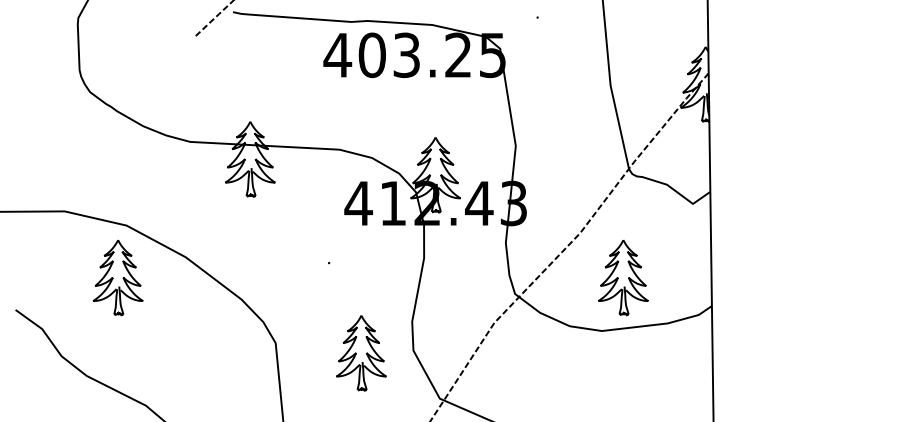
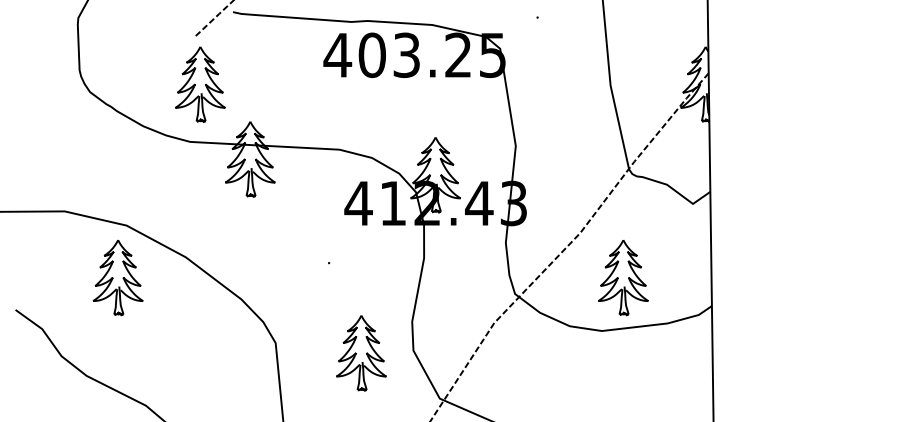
part at (200, 84): none -> present
